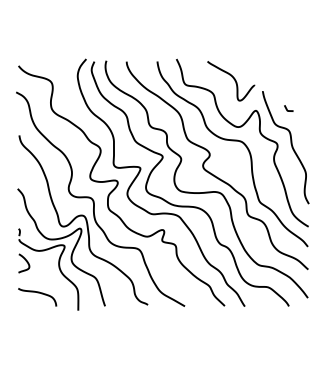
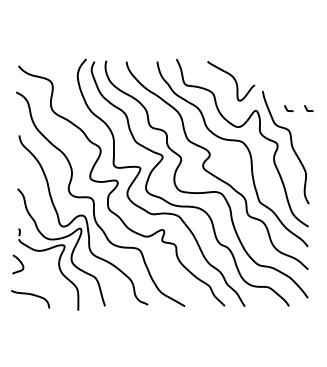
curve at (307, 108): none -> present
curve at (25, 261) position: (25, 261) -> (19, 262)
curve at (37, 293) position: (37, 293) -> (30, 295)
